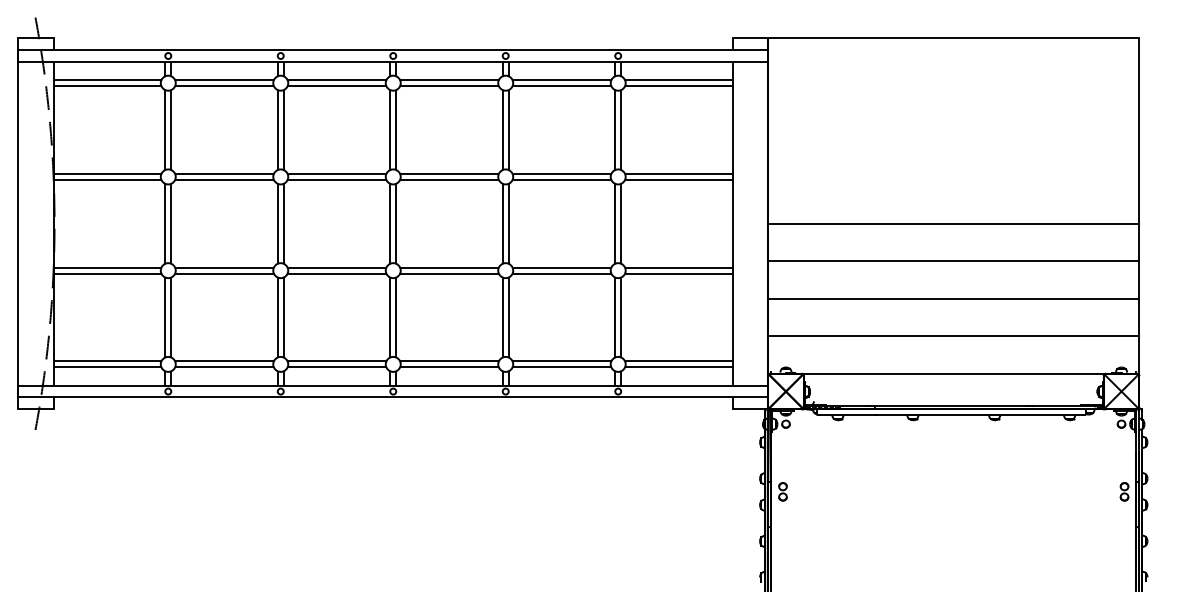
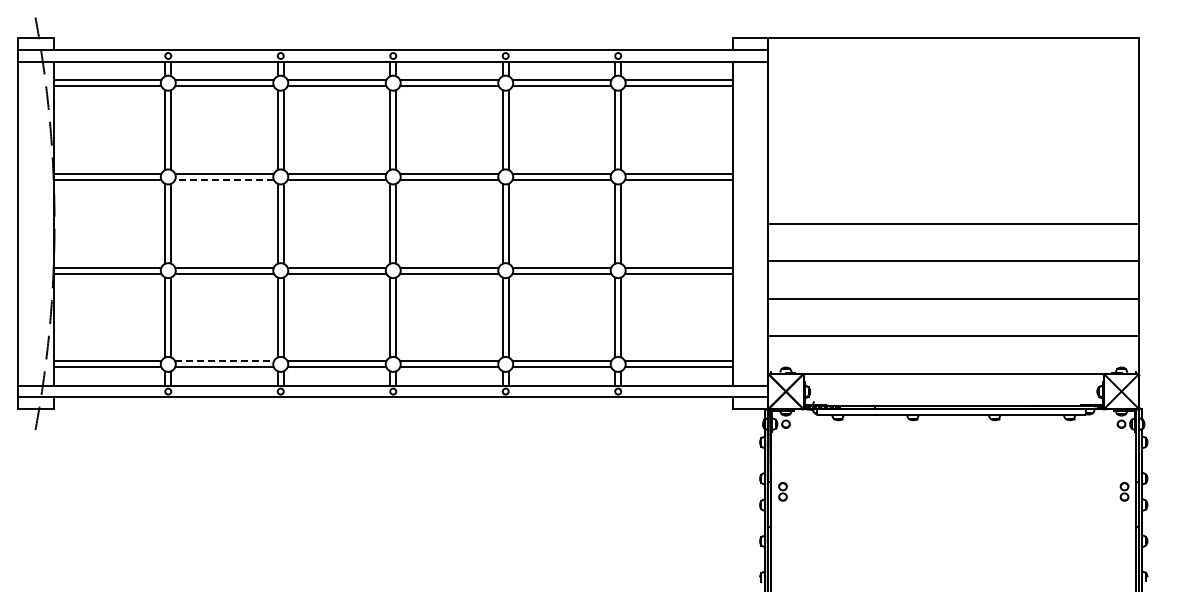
line at (224, 179): solid -> dashed
line at (225, 361): solid -> dashed
